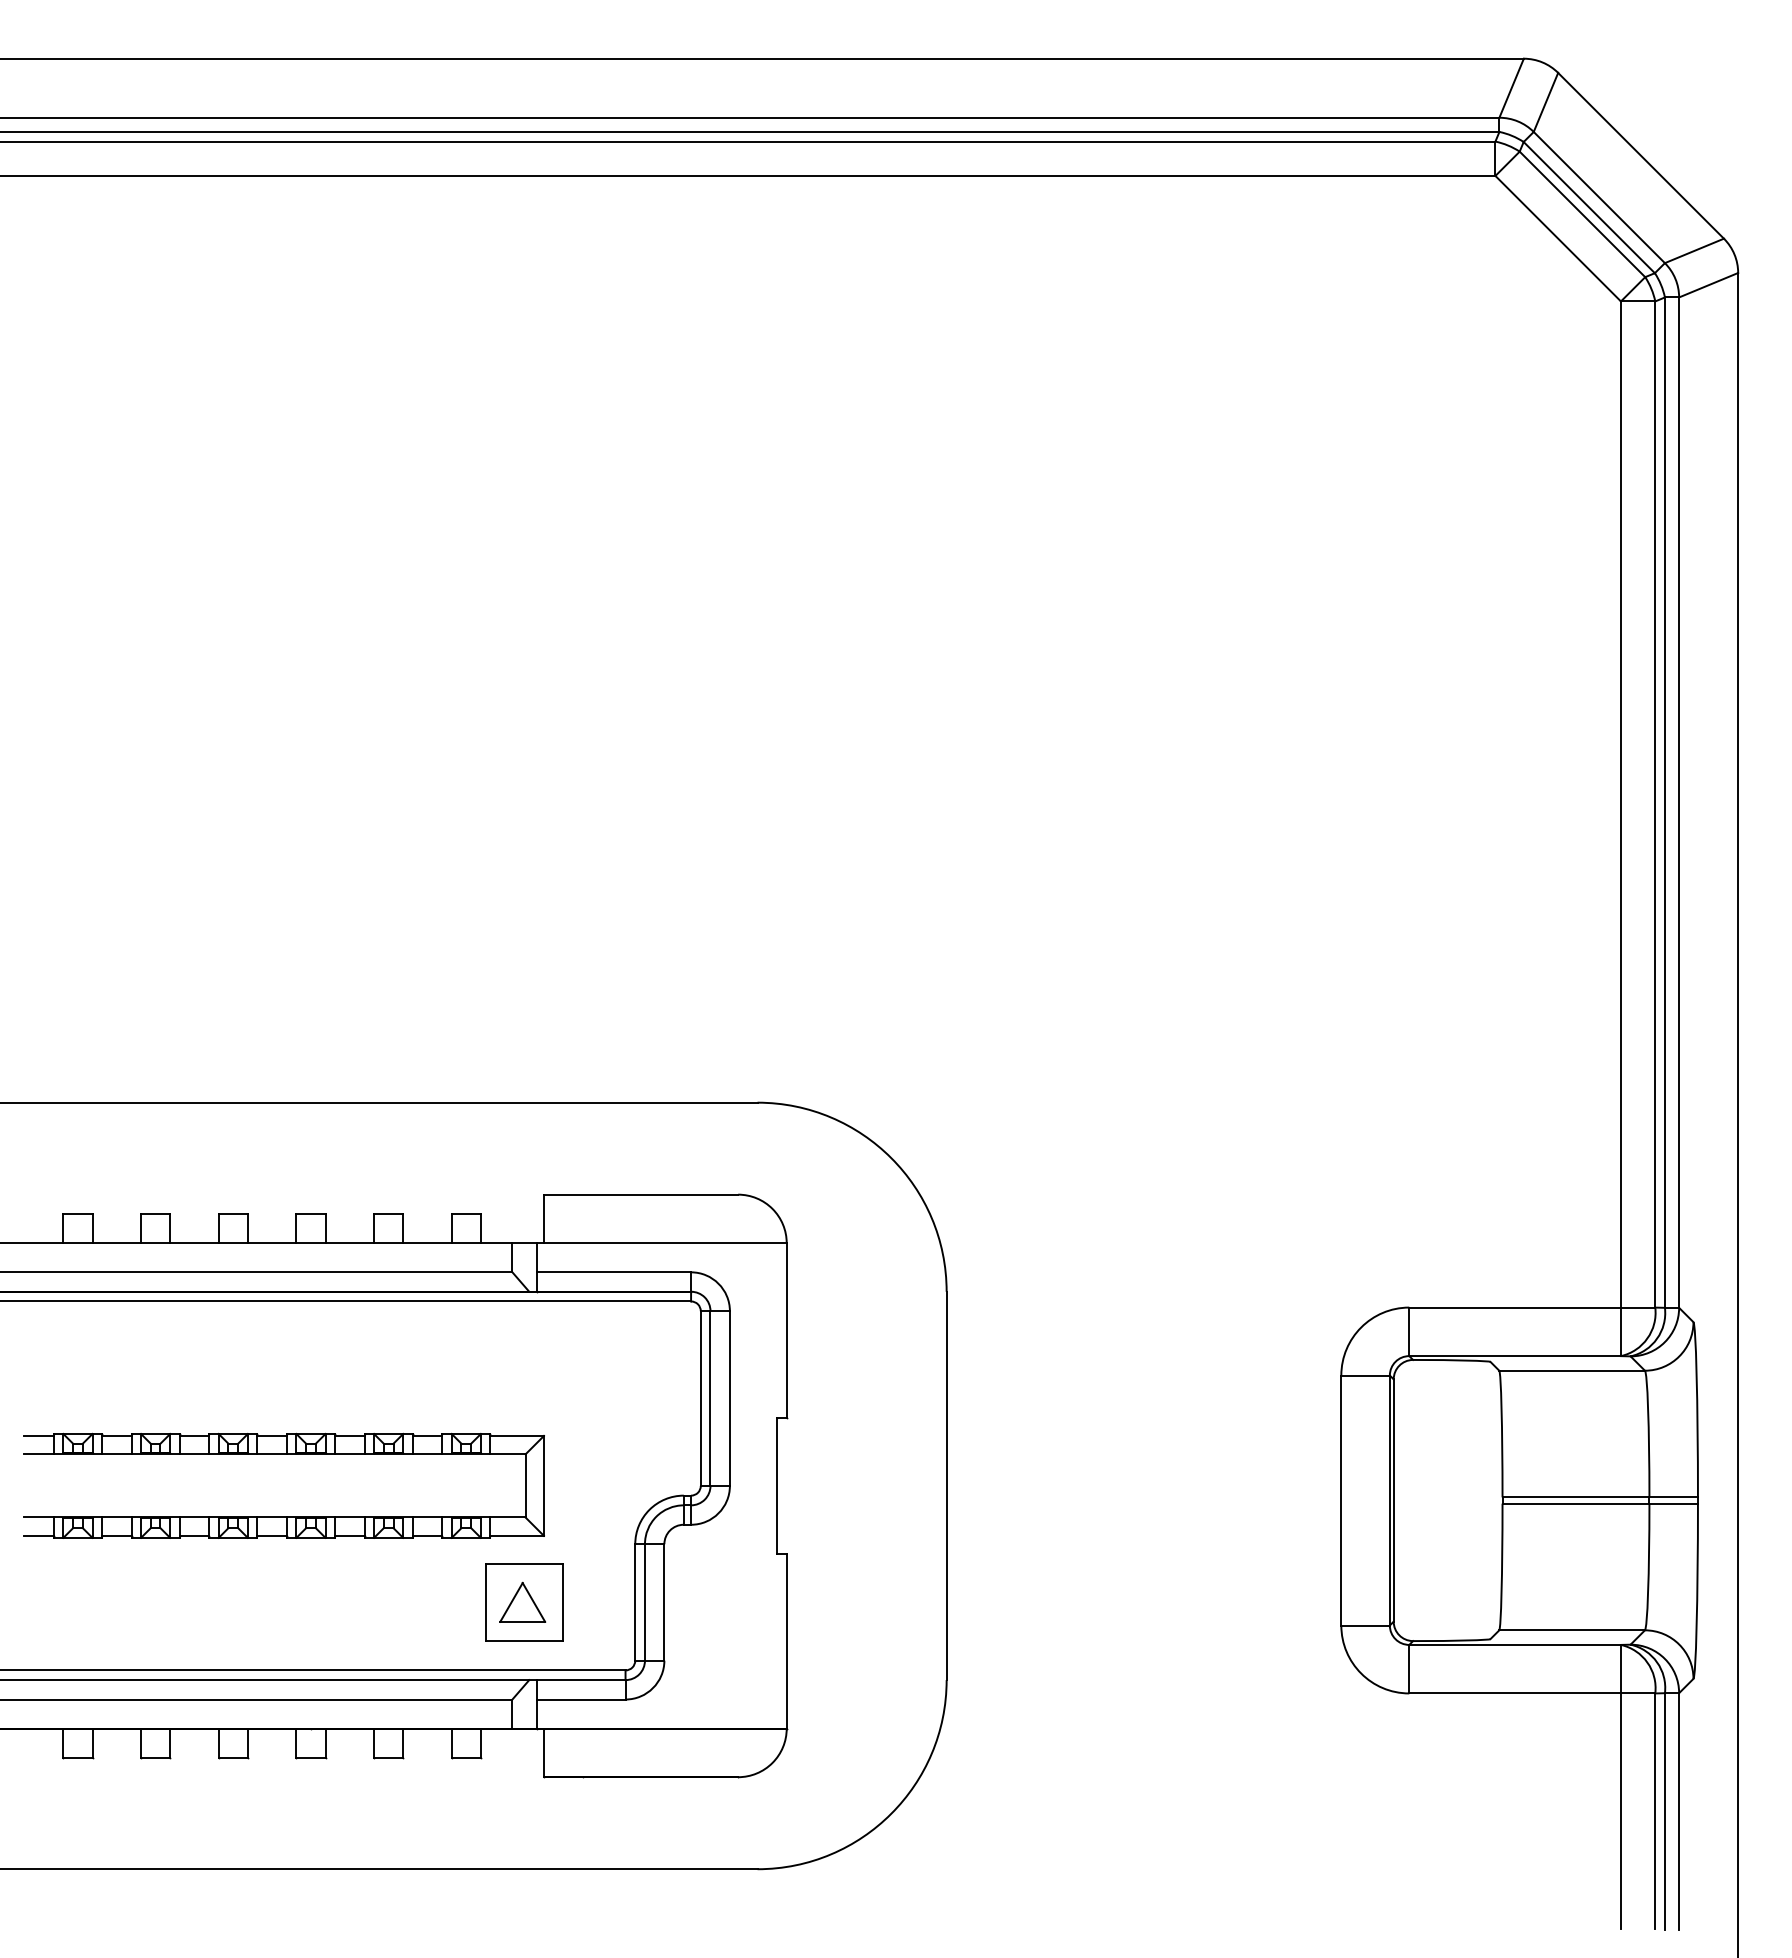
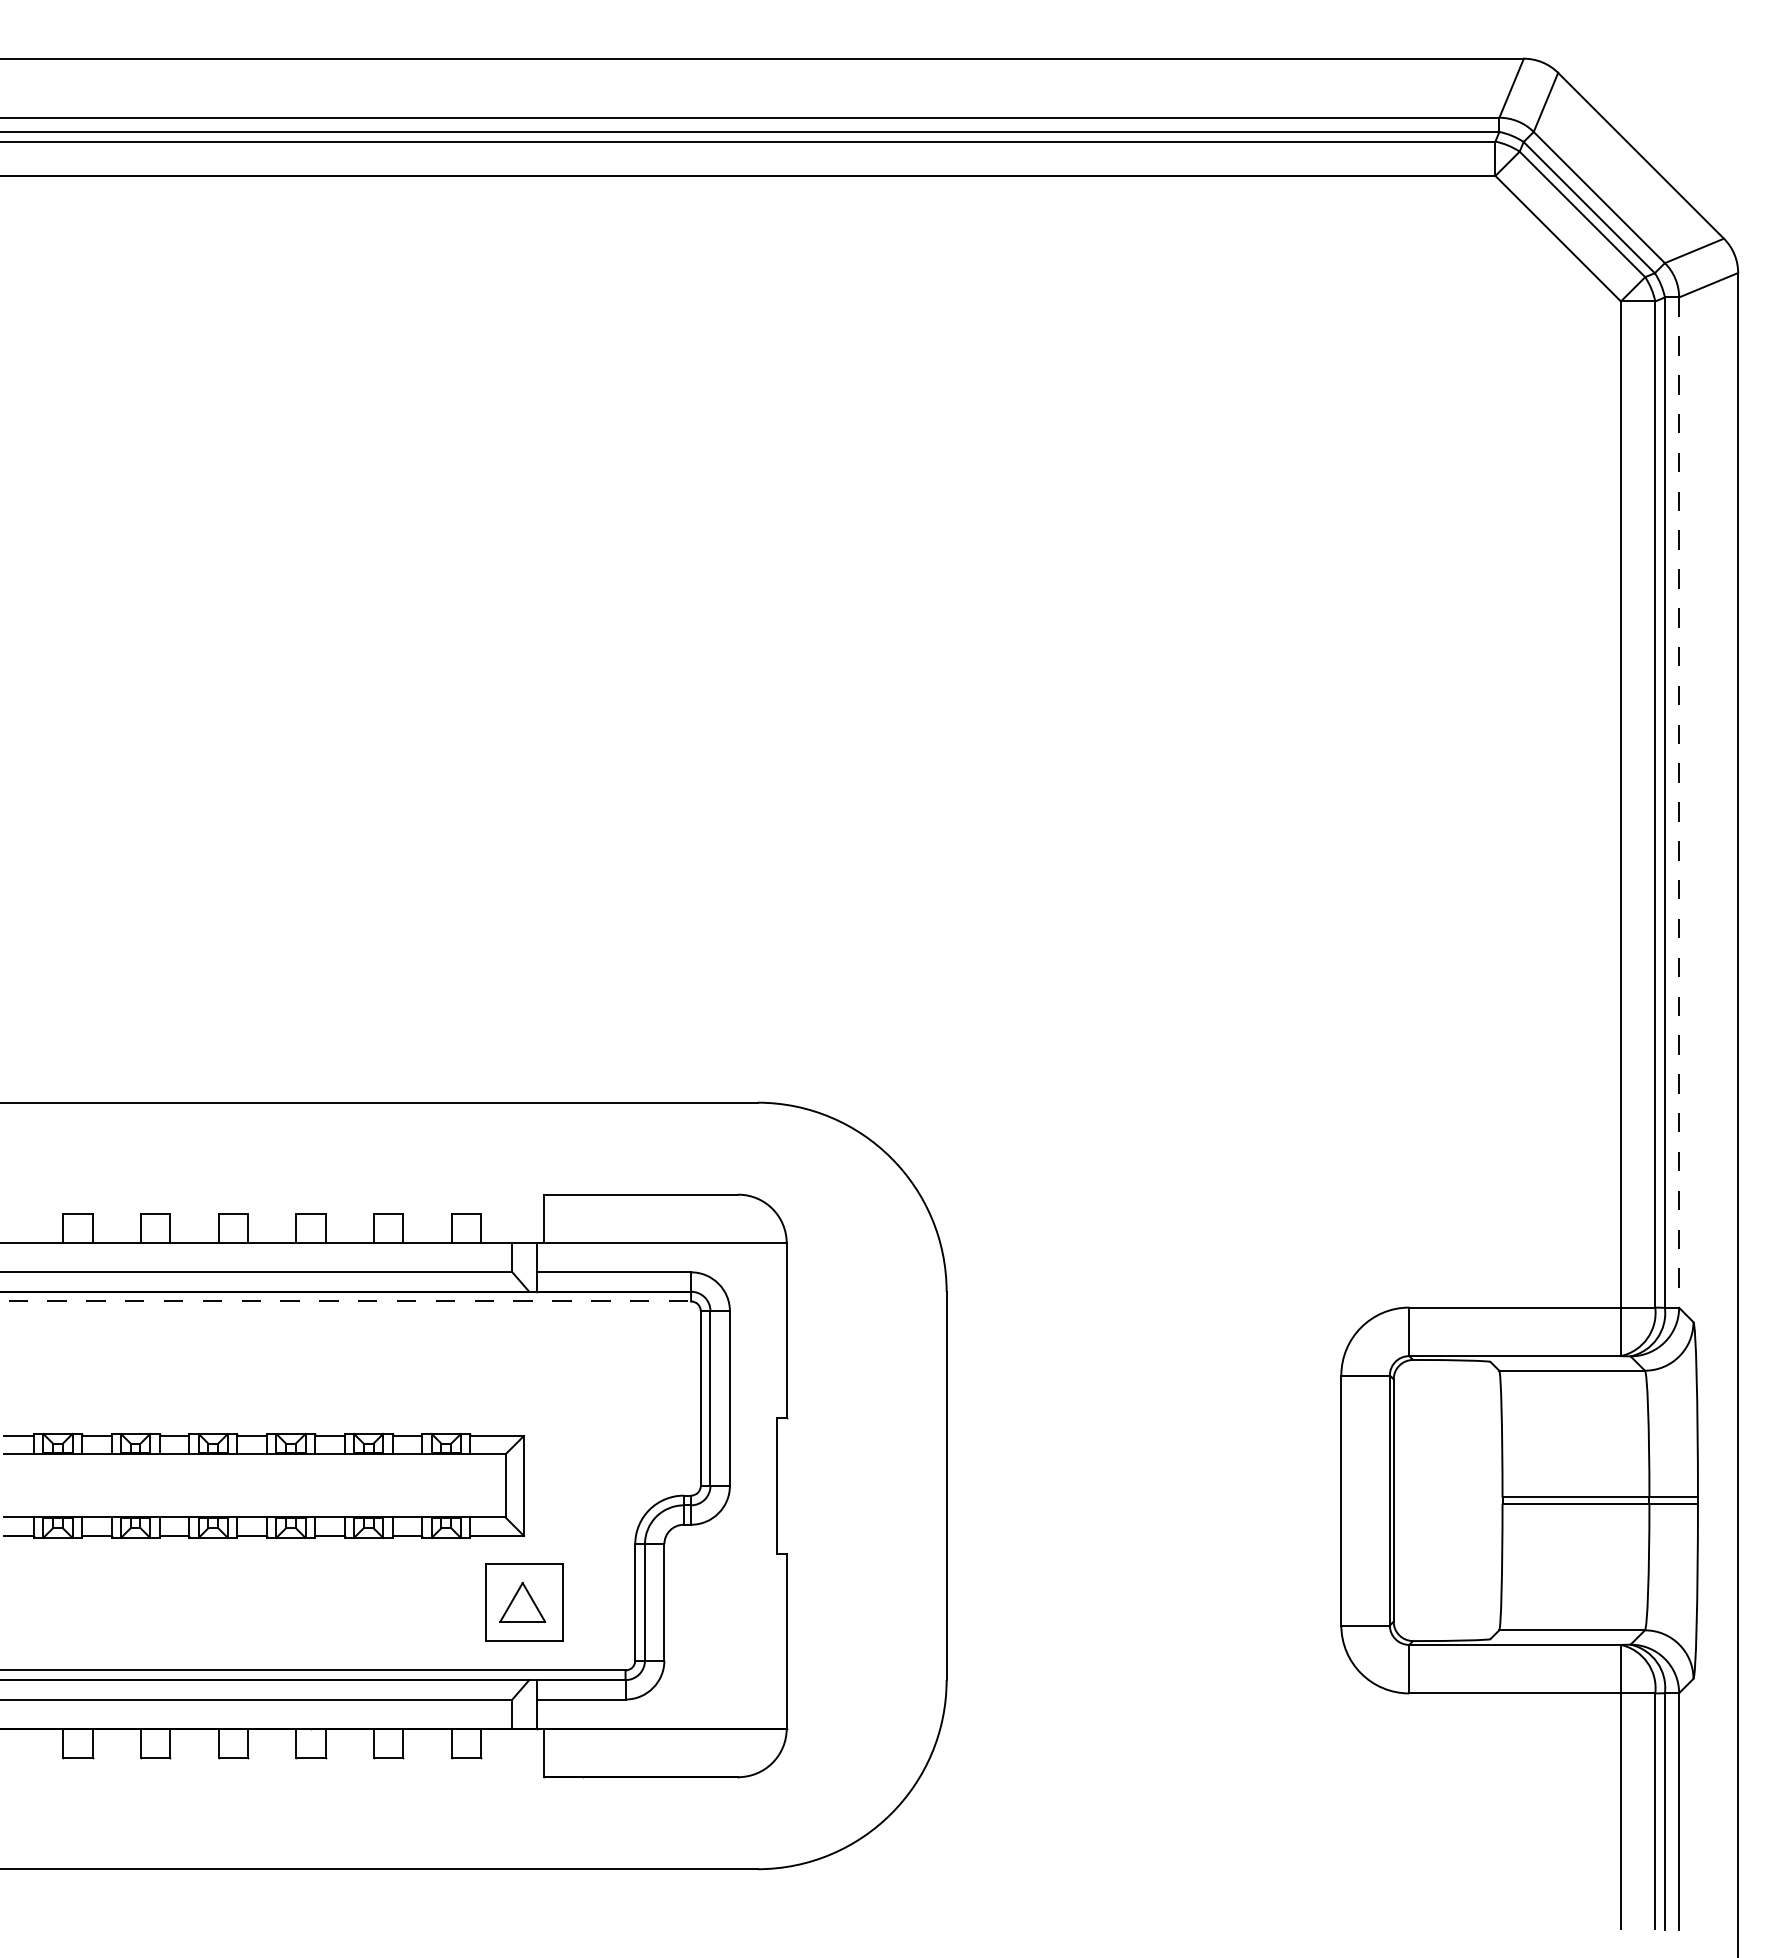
line at (1679, 803): solid -> dashed
line at (346, 1301): solid -> dashed
part at (283, 1454) position: (283, 1454) -> (263, 1454)
